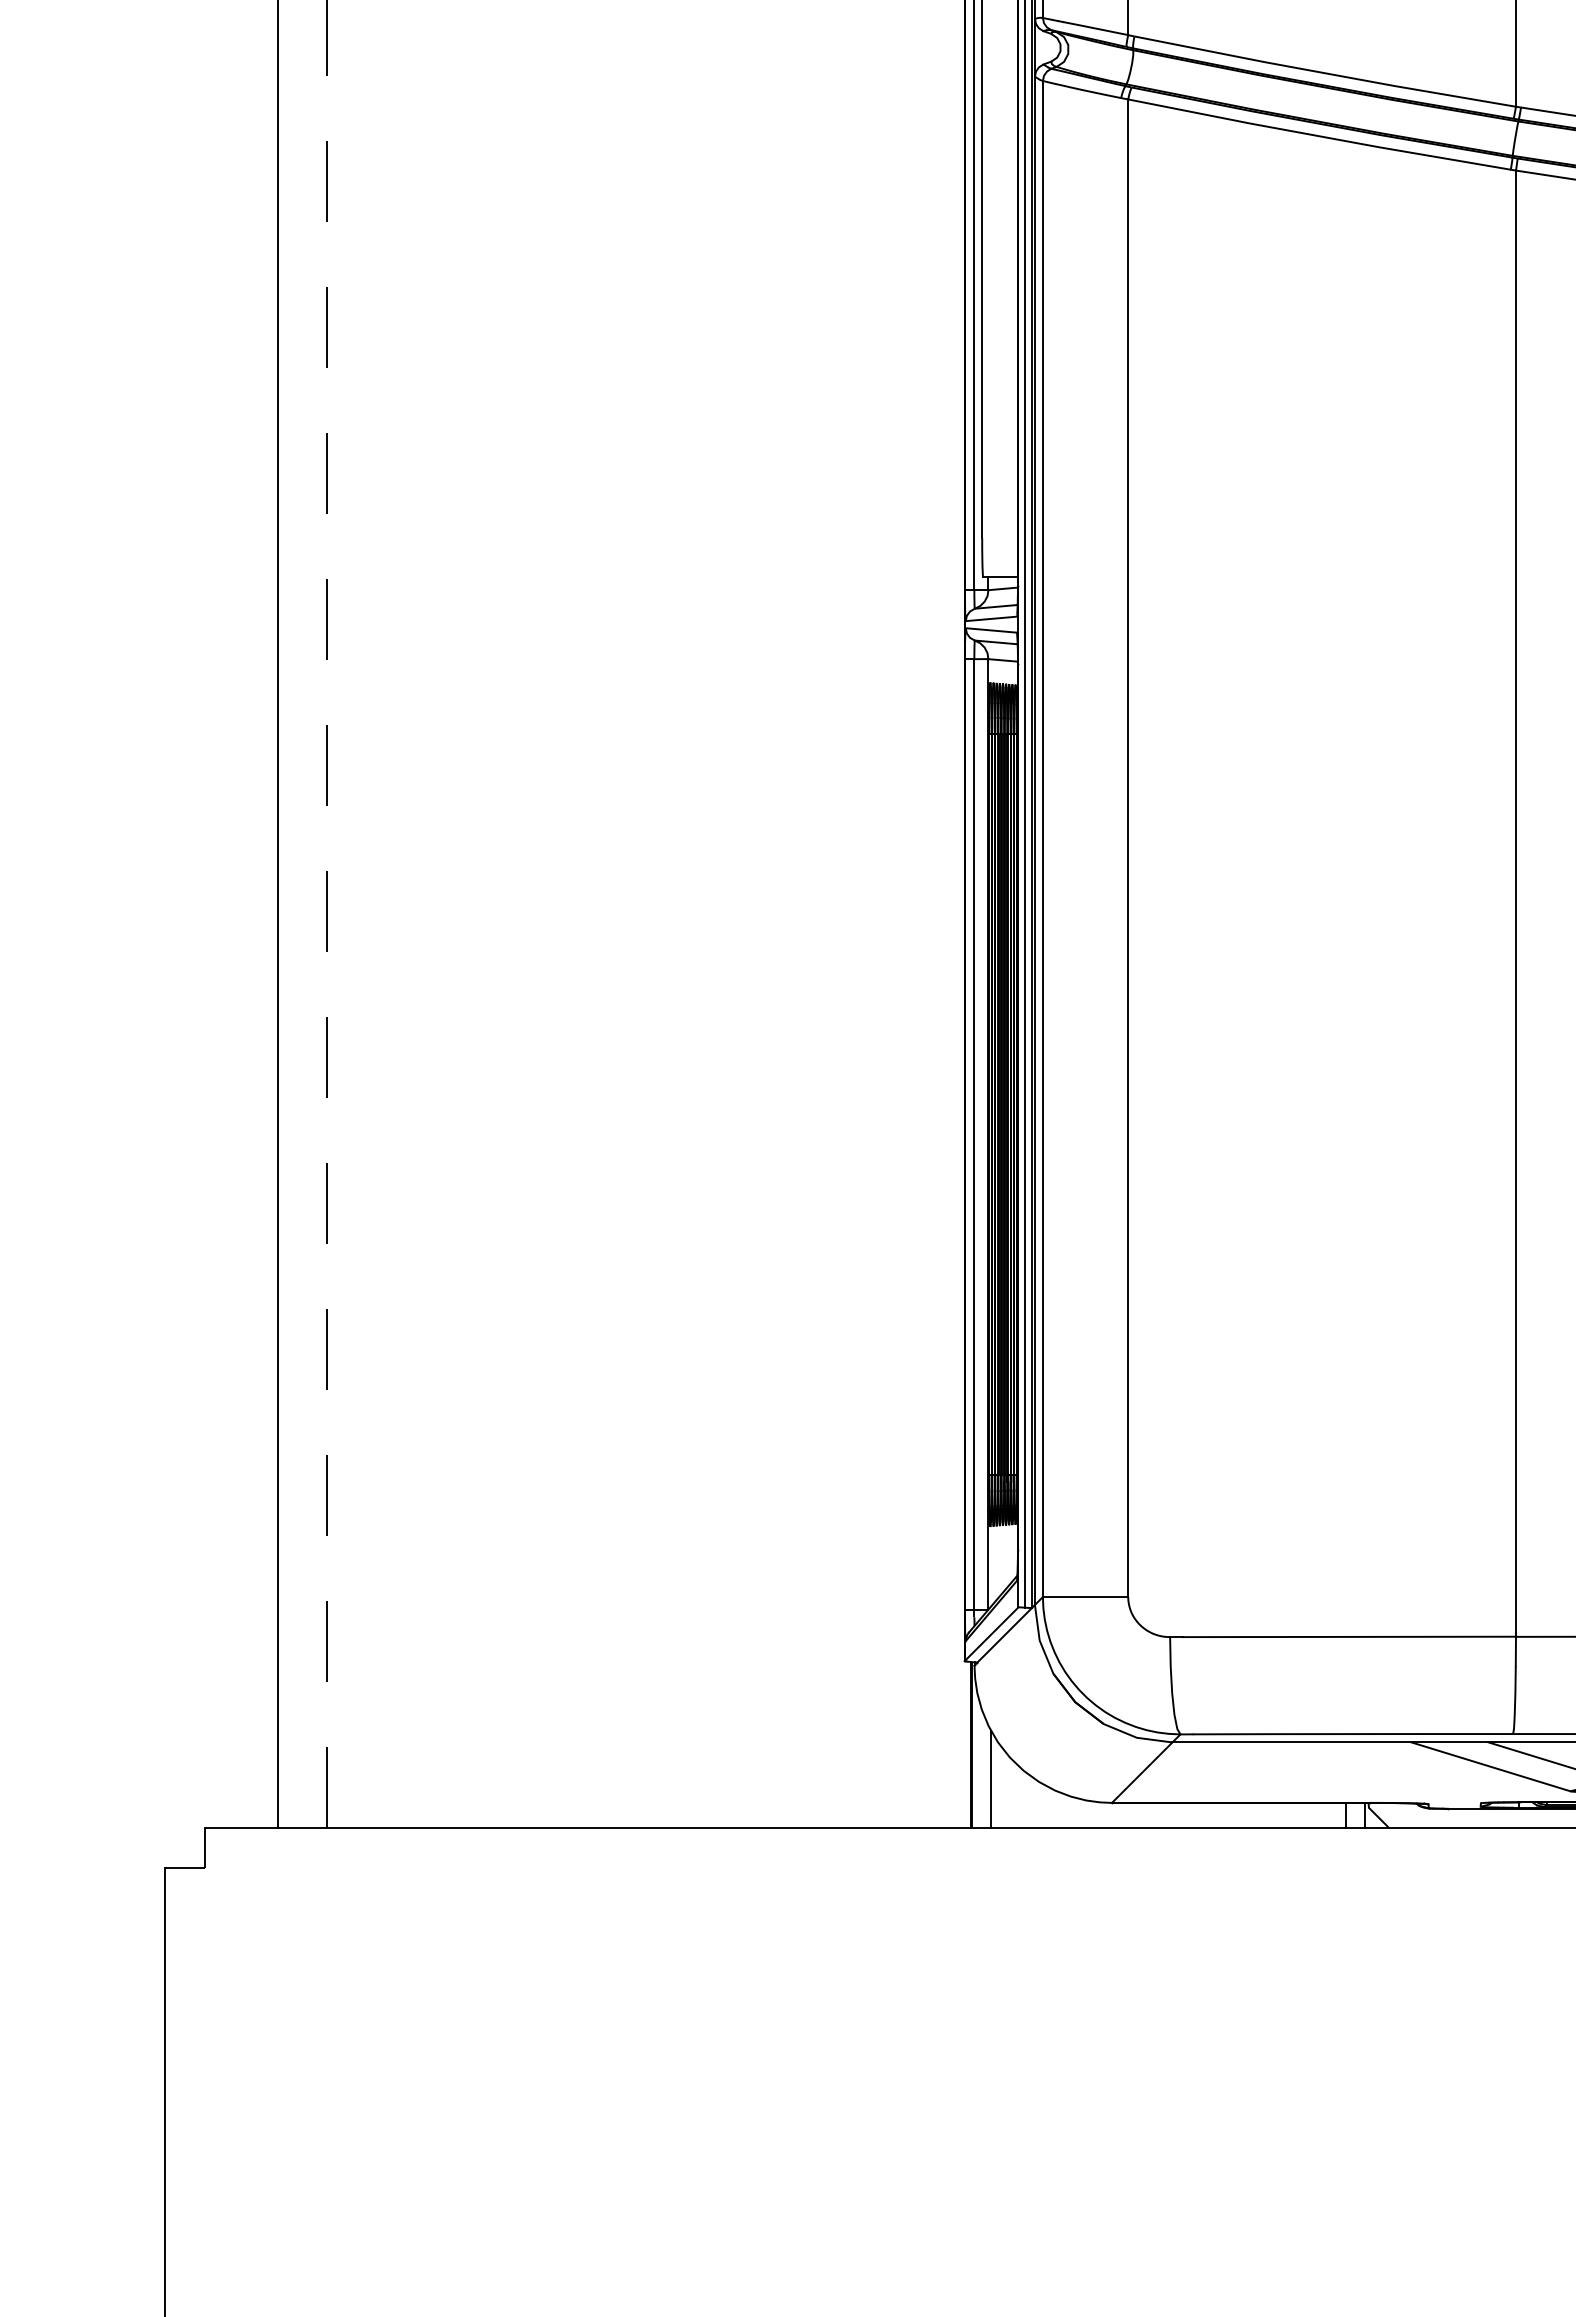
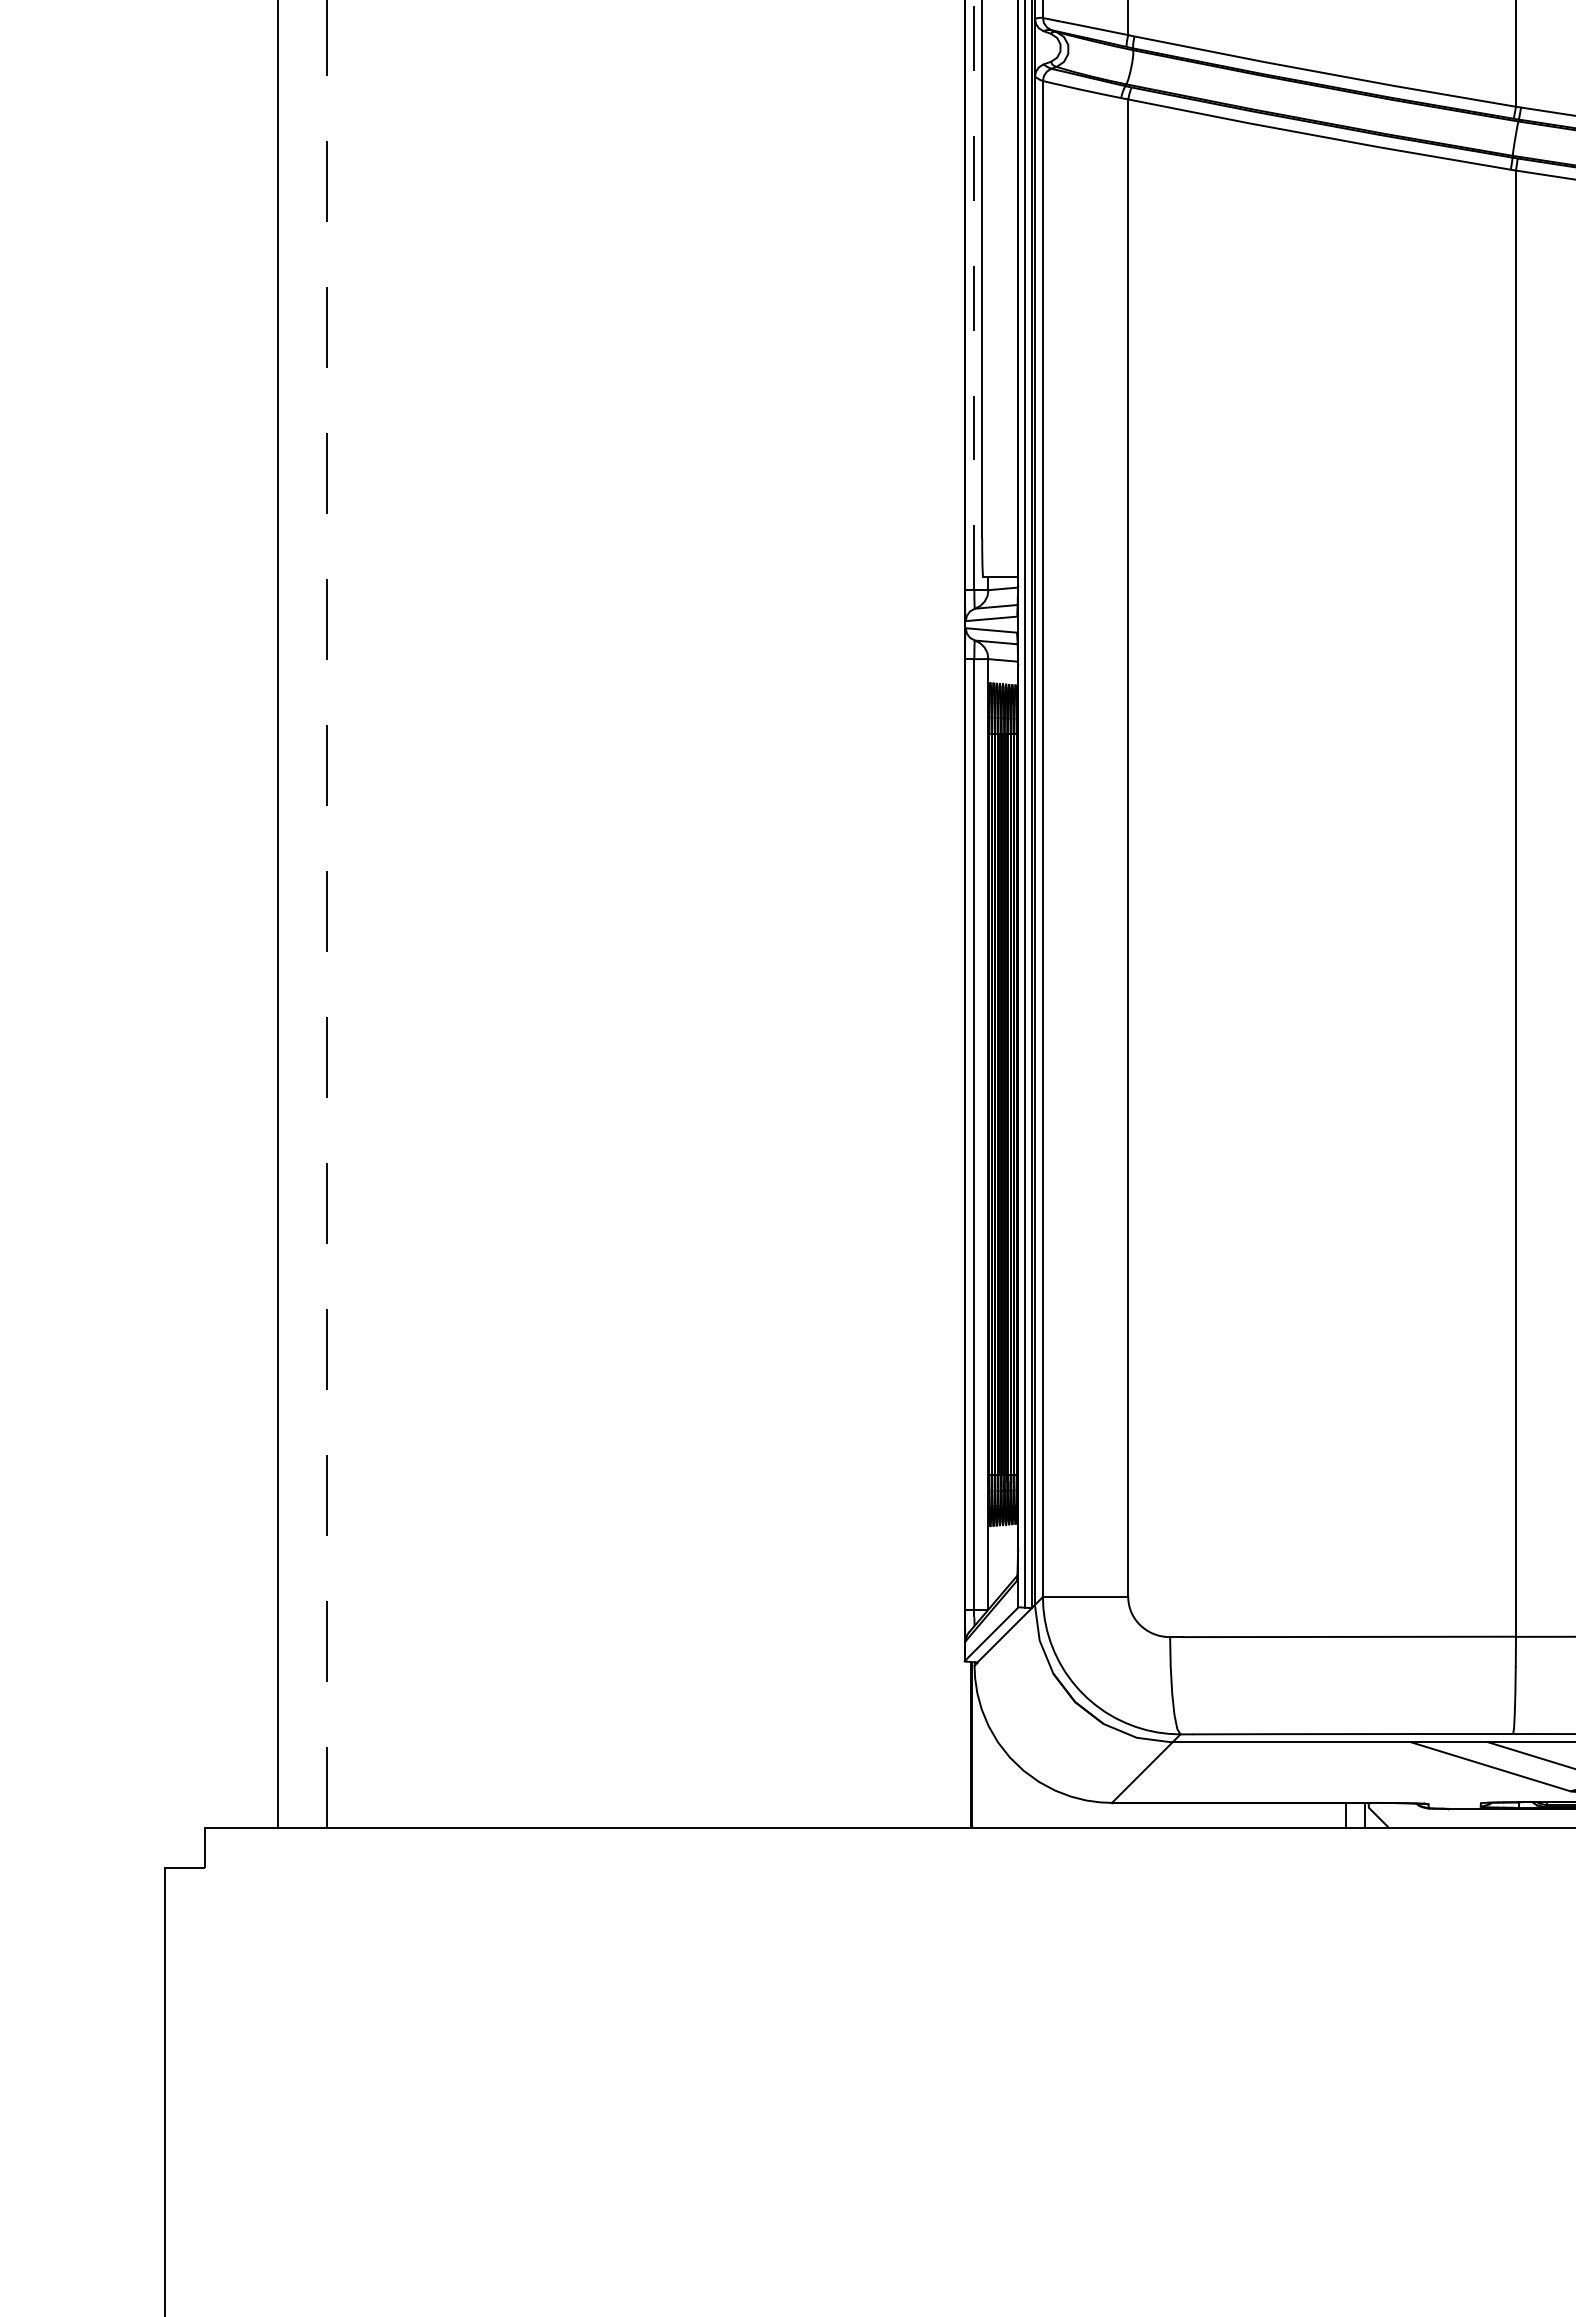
line at (974, 295): solid -> dashed
line at (991, 1778): present -> none
